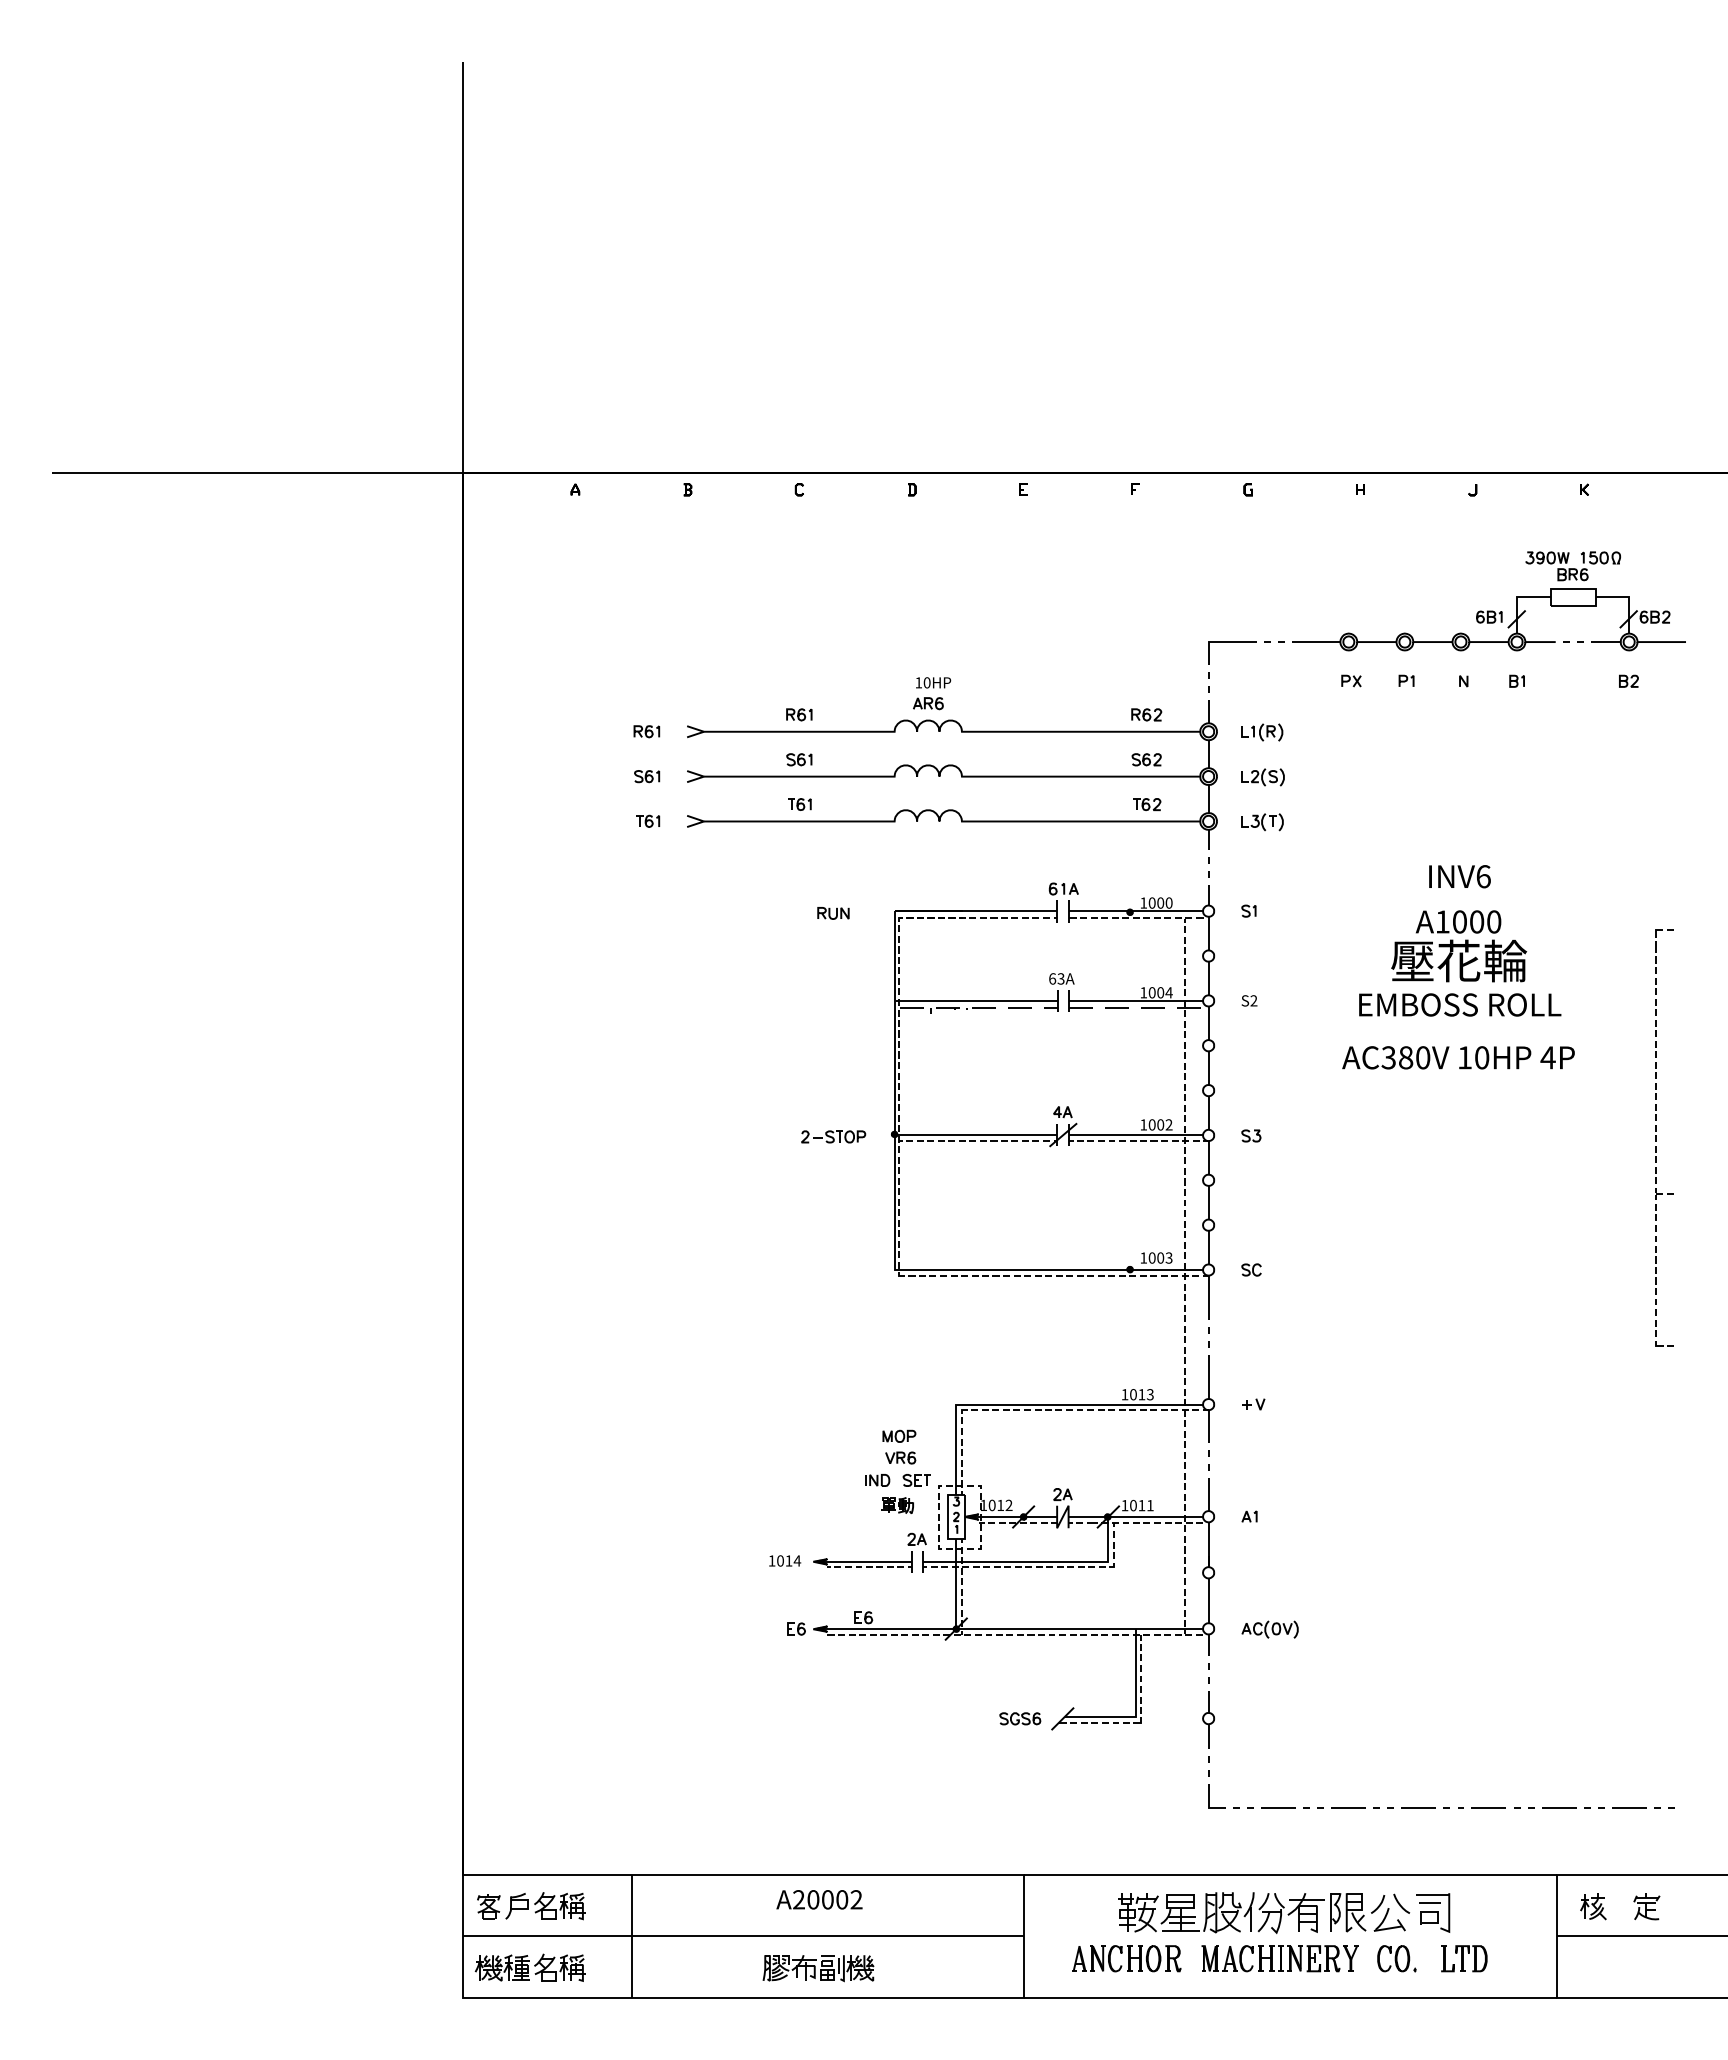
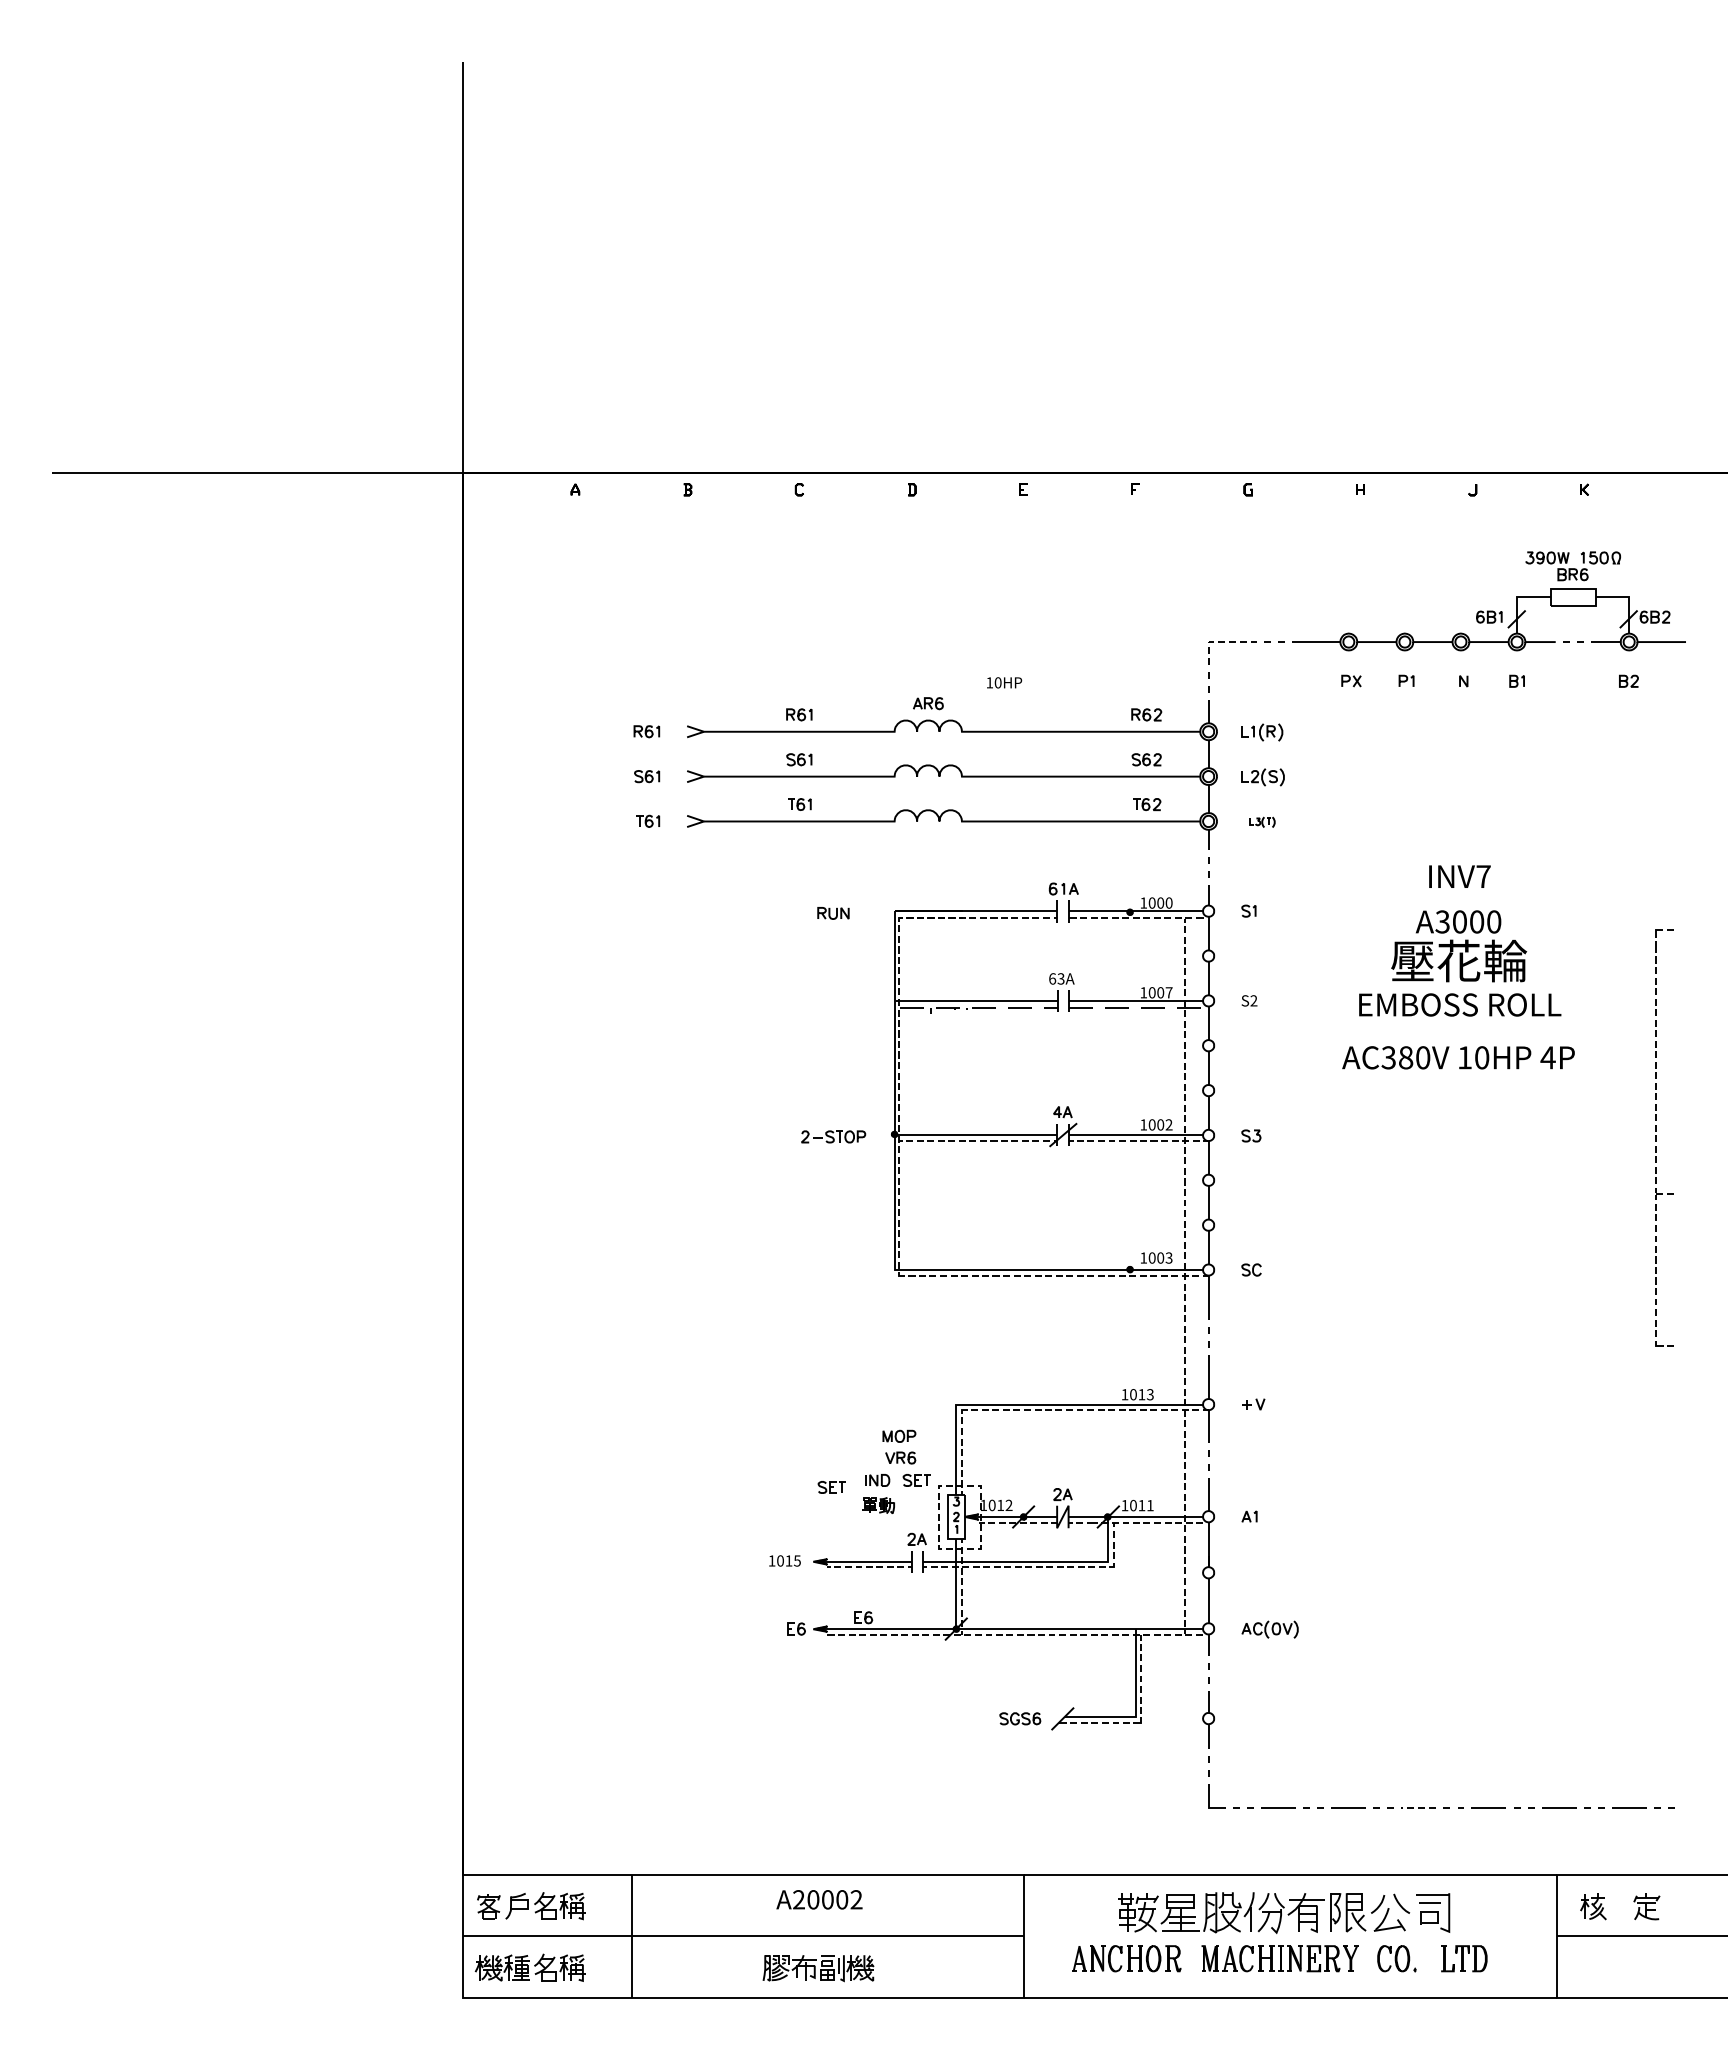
line at (1220, 642): solid -> dashed
text at (933, 682) position: (933, 682) -> (1004, 682)
part at (1262, 822) size: 43x19 px -> 27x12 px
text at (1483, 876): INV6 -> INV7
text at (1442, 921): A1000 -> A3000
text at (1168, 992): 1004 -> 1007
part at (831, 1487): none -> present
part at (897, 1505) position: (897, 1505) -> (878, 1505)
text at (797, 1560): 1014 -> 1015
line at (1418, 1808): solid -> dashed
